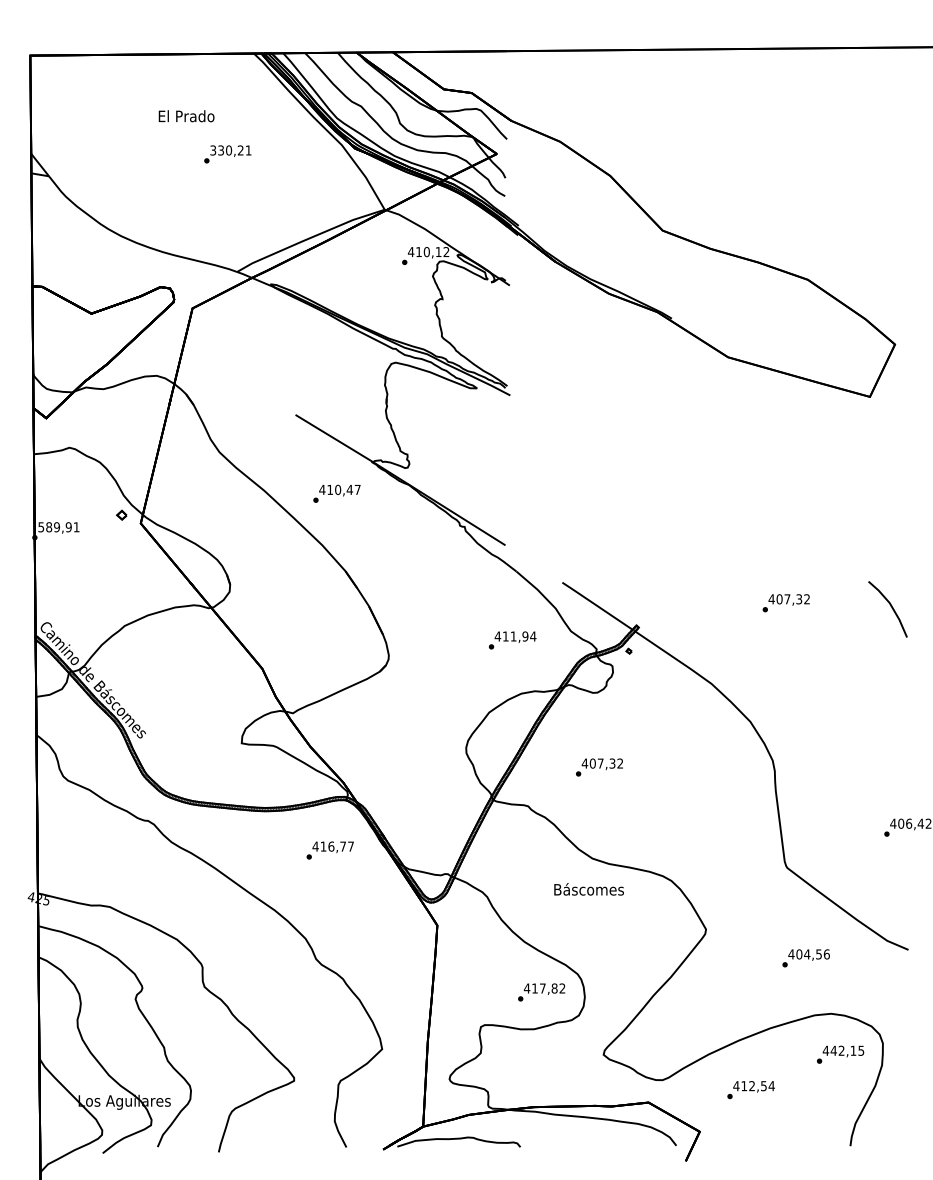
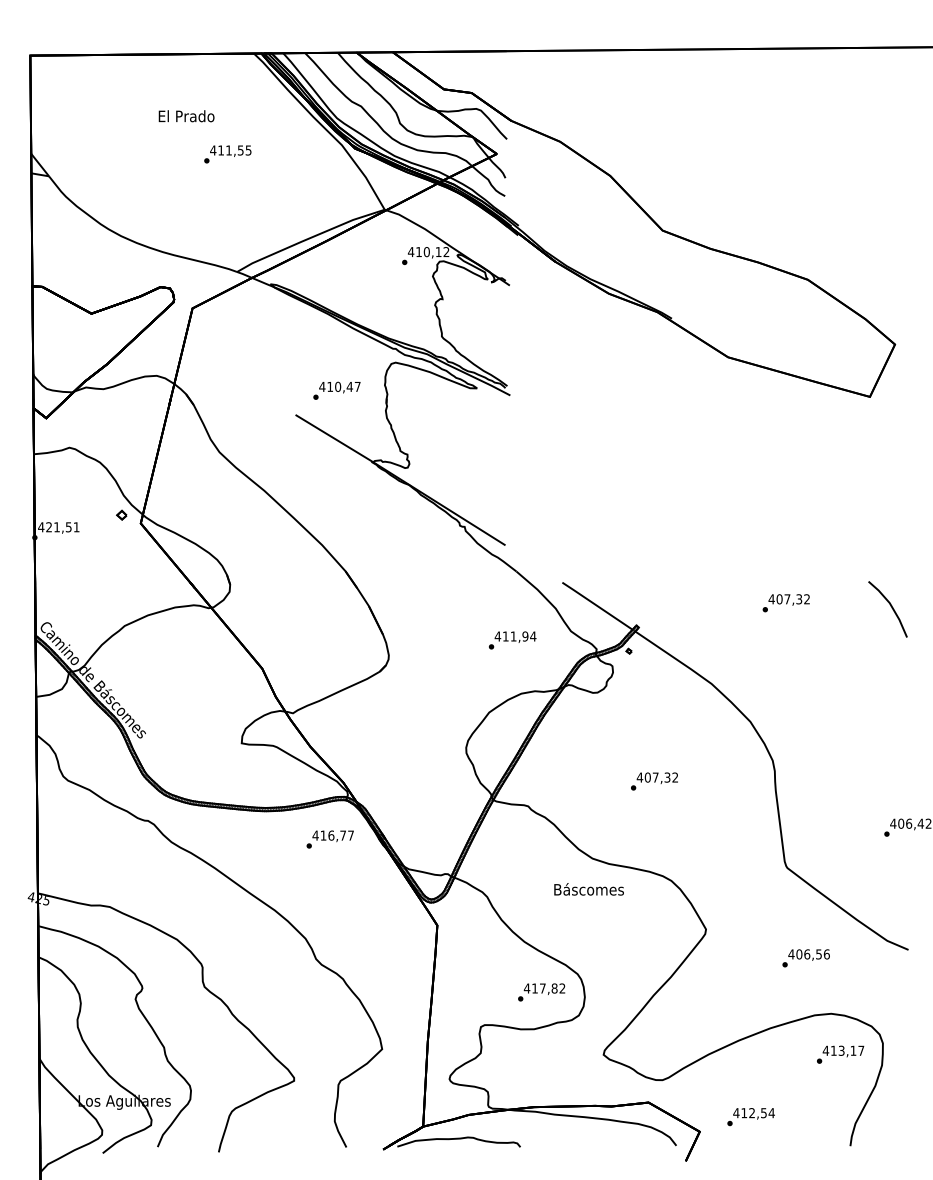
text at (230, 150): 330,21 -> 411,55
text at (336, 493) position: (336, 493) -> (336, 390)
text at (54, 527): 589,91 -> 421,51
text at (599, 767) position: (599, 767) -> (654, 781)
text at (329, 850) position: (329, 850) -> (329, 839)
text at (807, 954): 404,56 -> 406,56
text at (847, 1050): 442,15 -> 413,17
text at (750, 1090) position: (750, 1090) -> (750, 1117)
